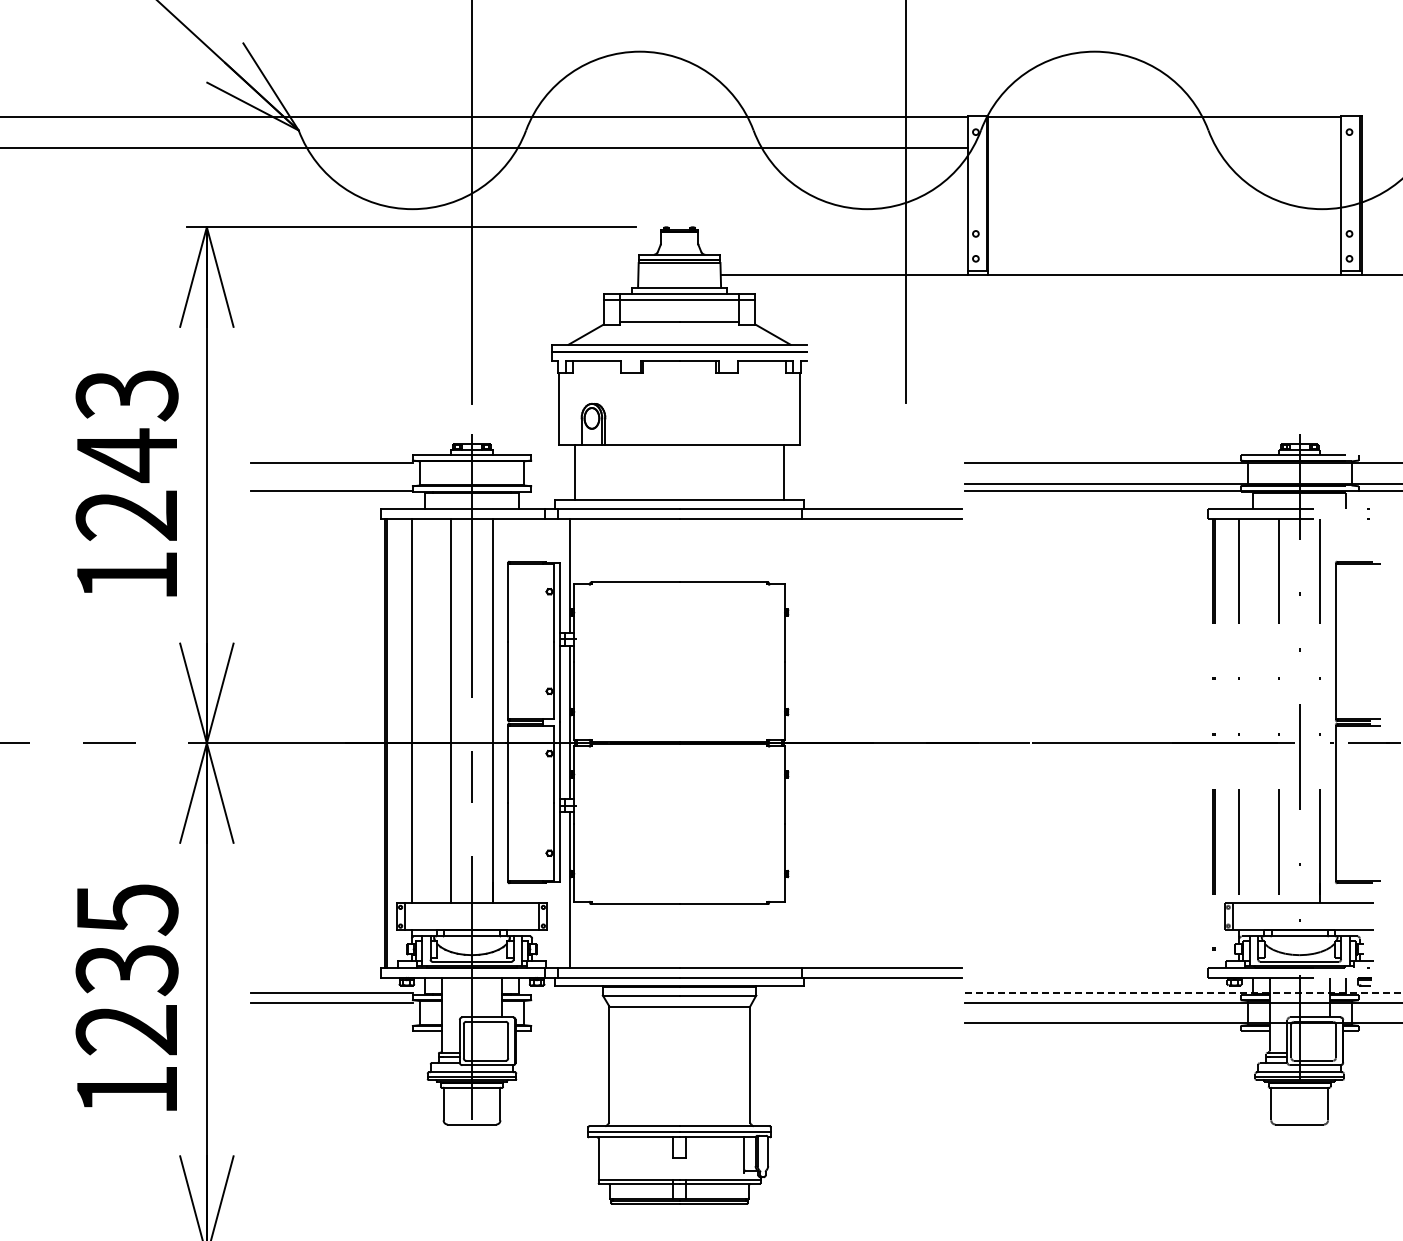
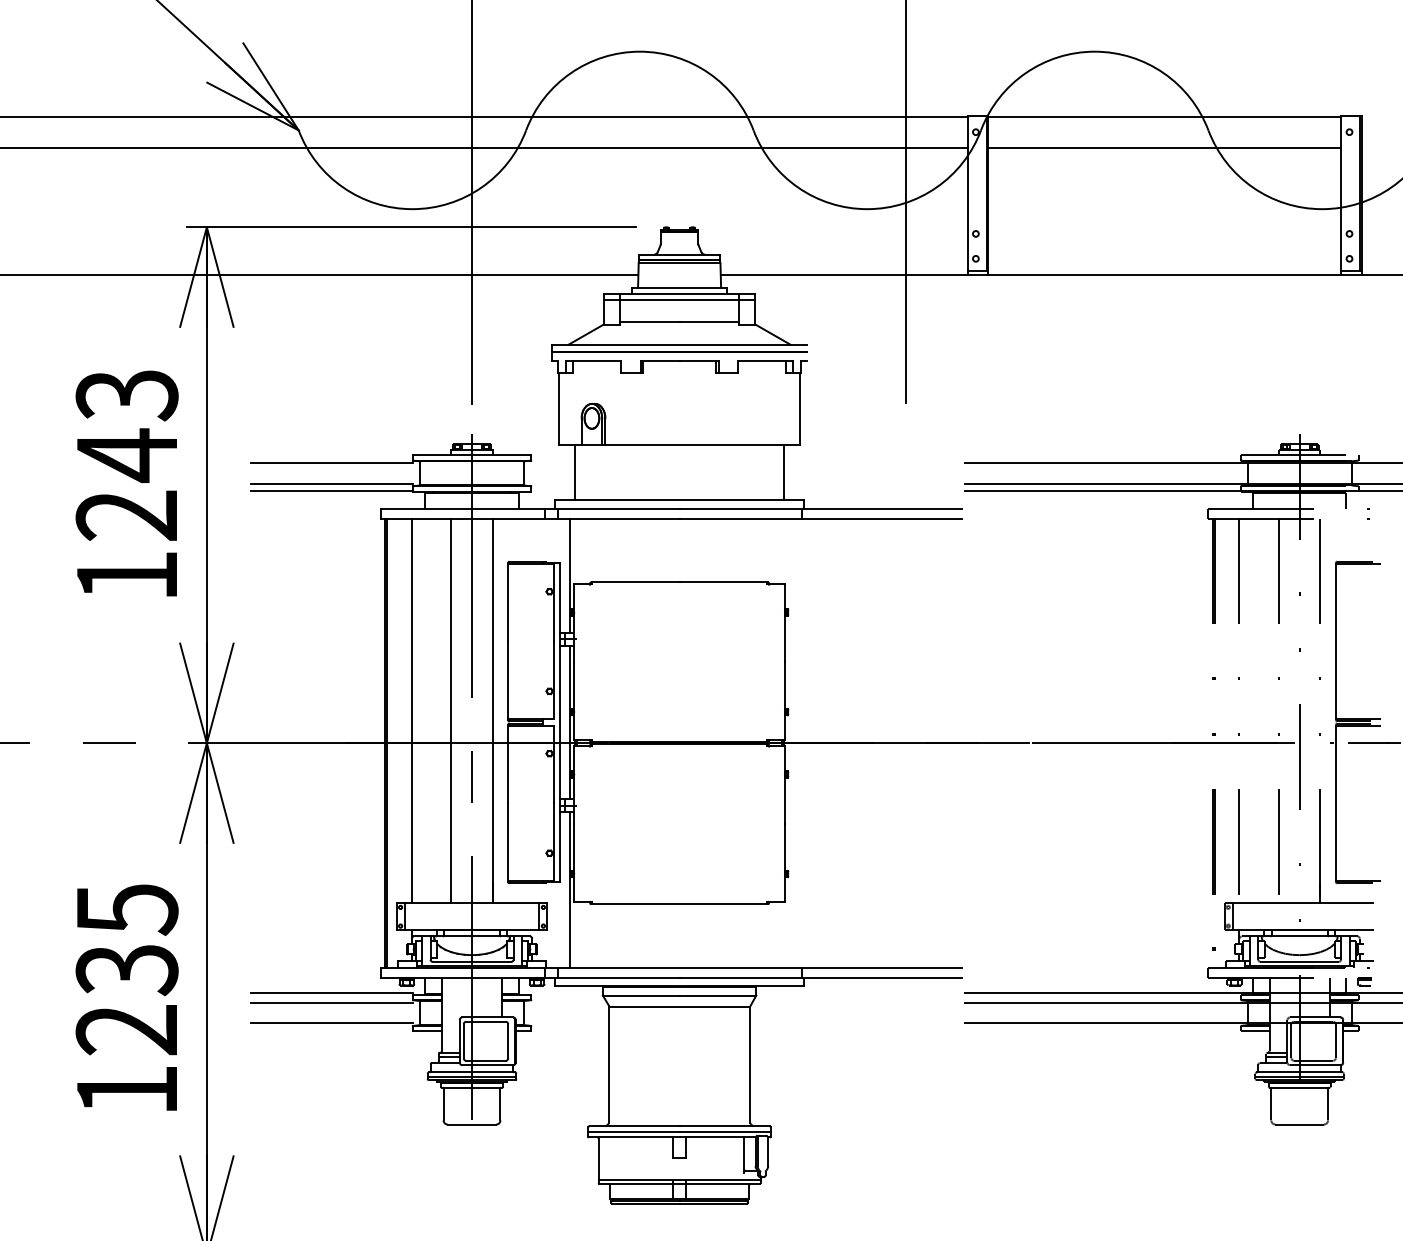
line at (1164, 147): none -> present
line at (320, 275): none -> present
line at (331, 483): none -> present
line at (1183, 993): dashed -> solid
line at (331, 1023): none -> present
